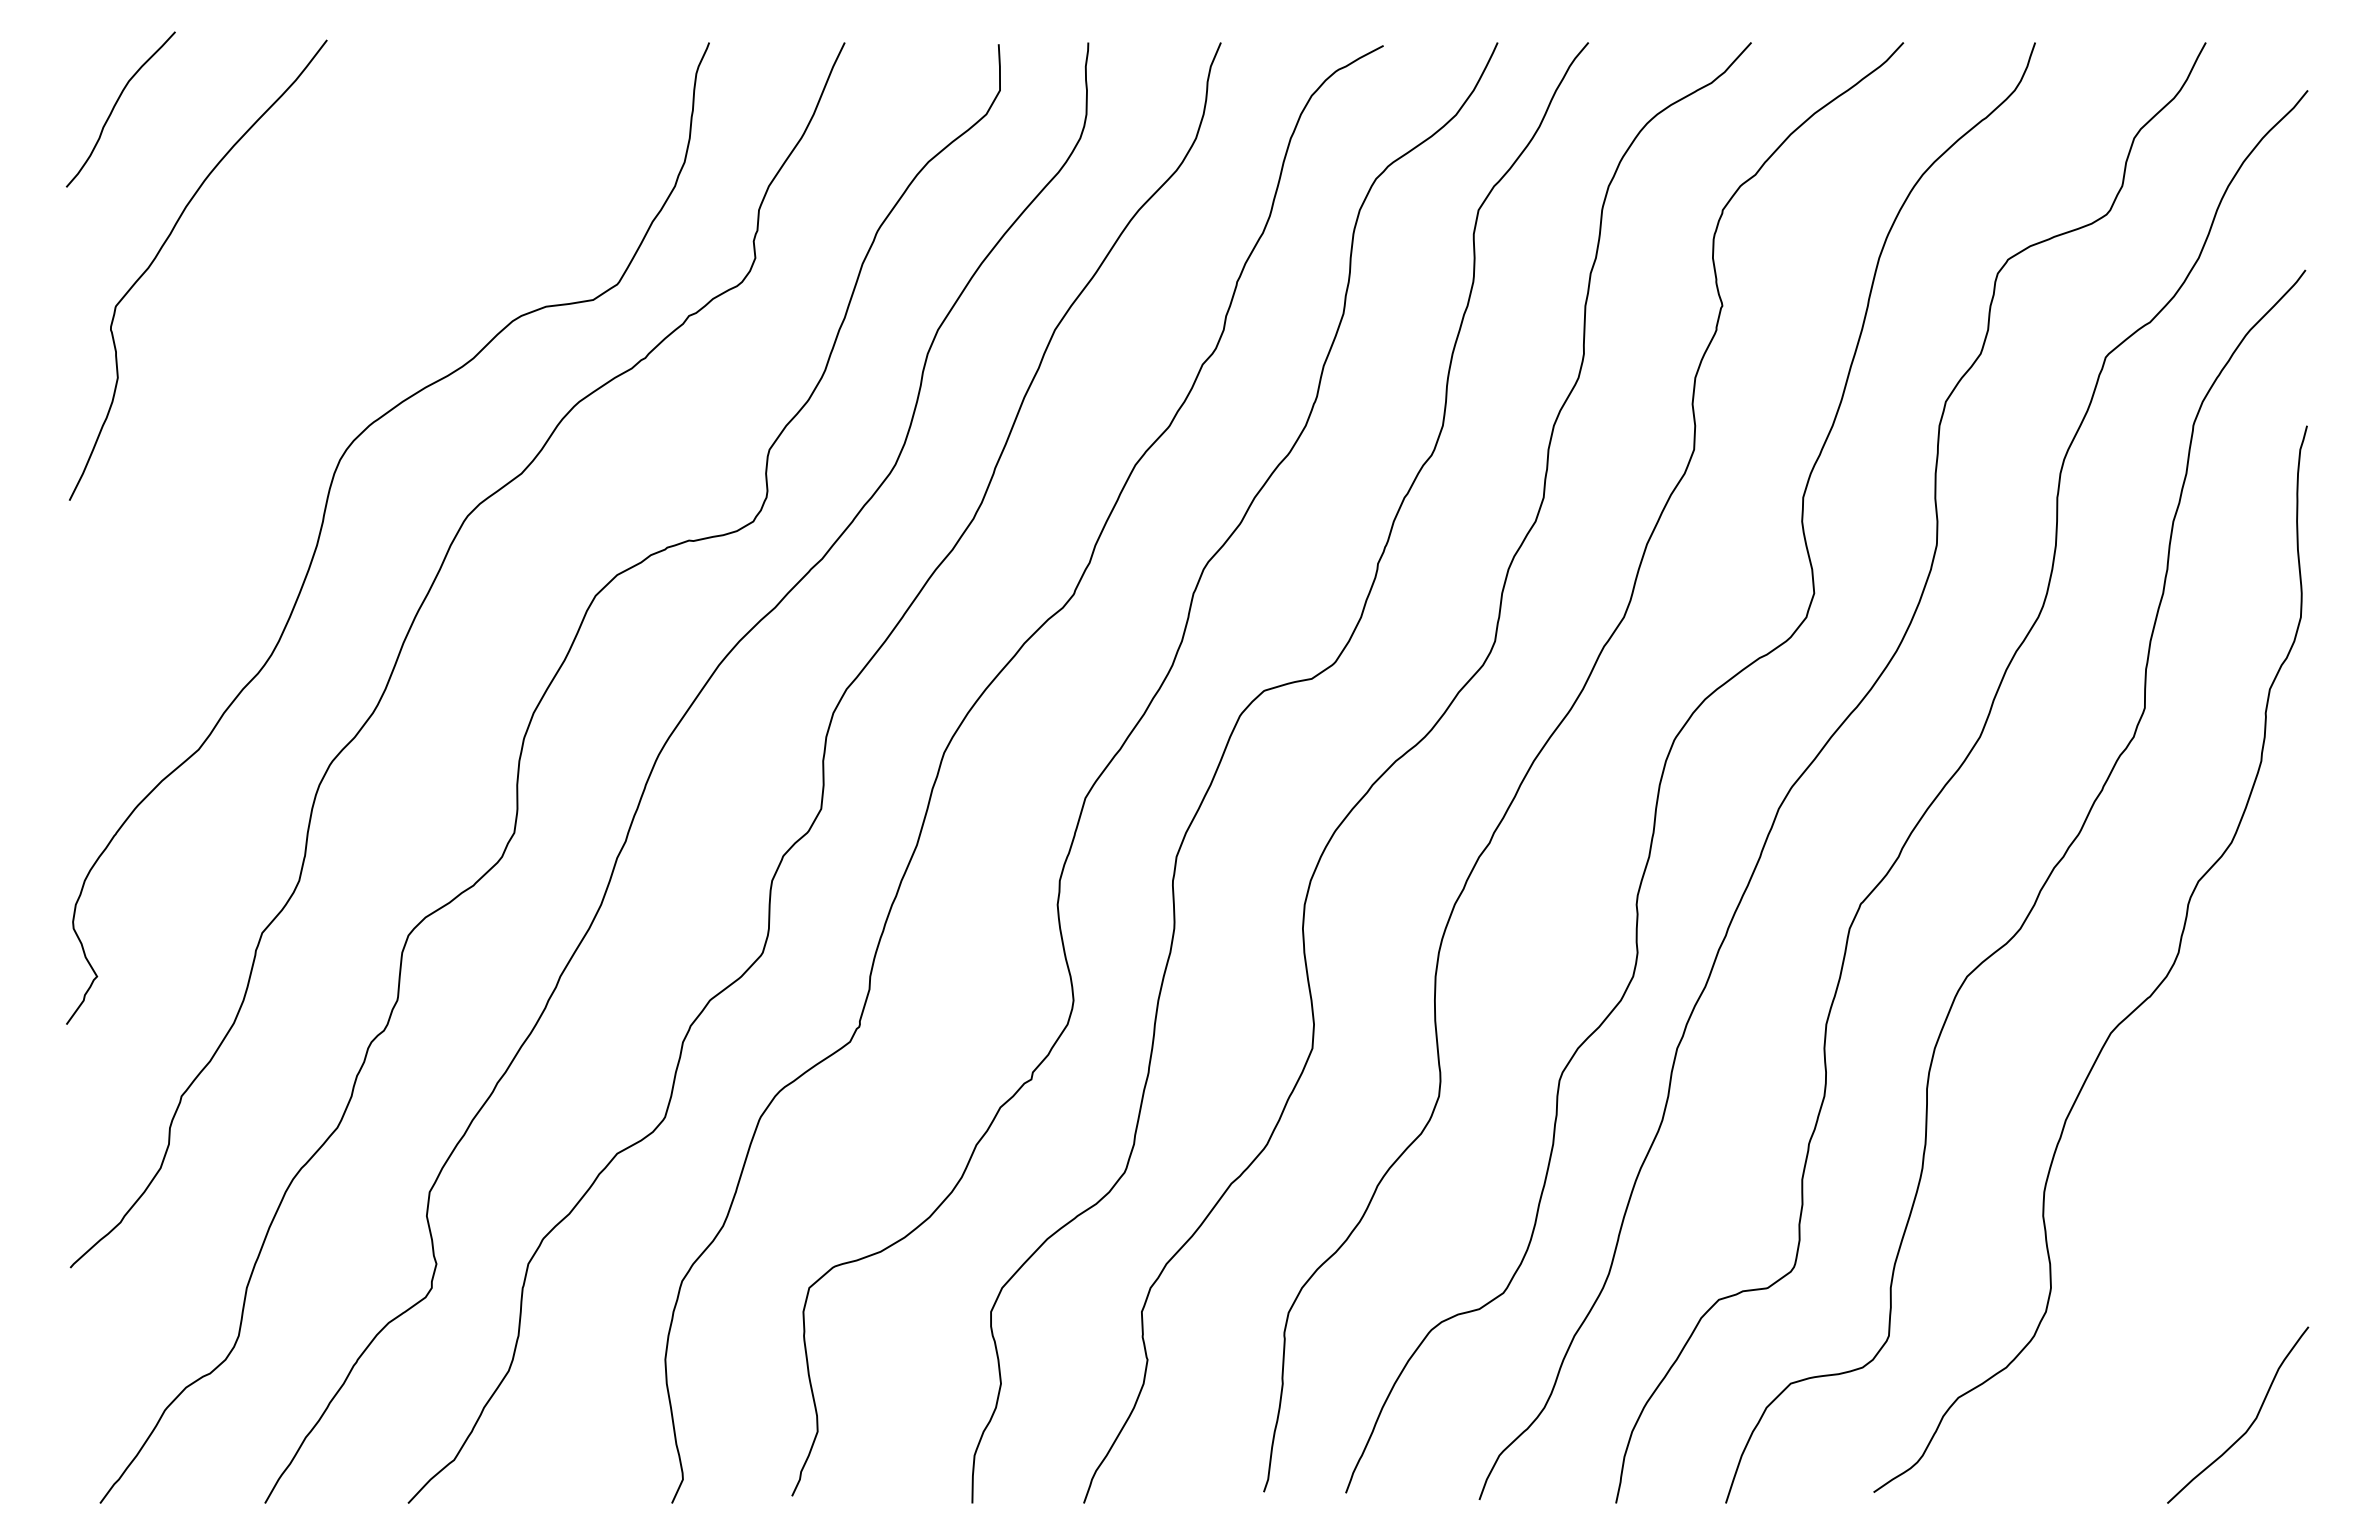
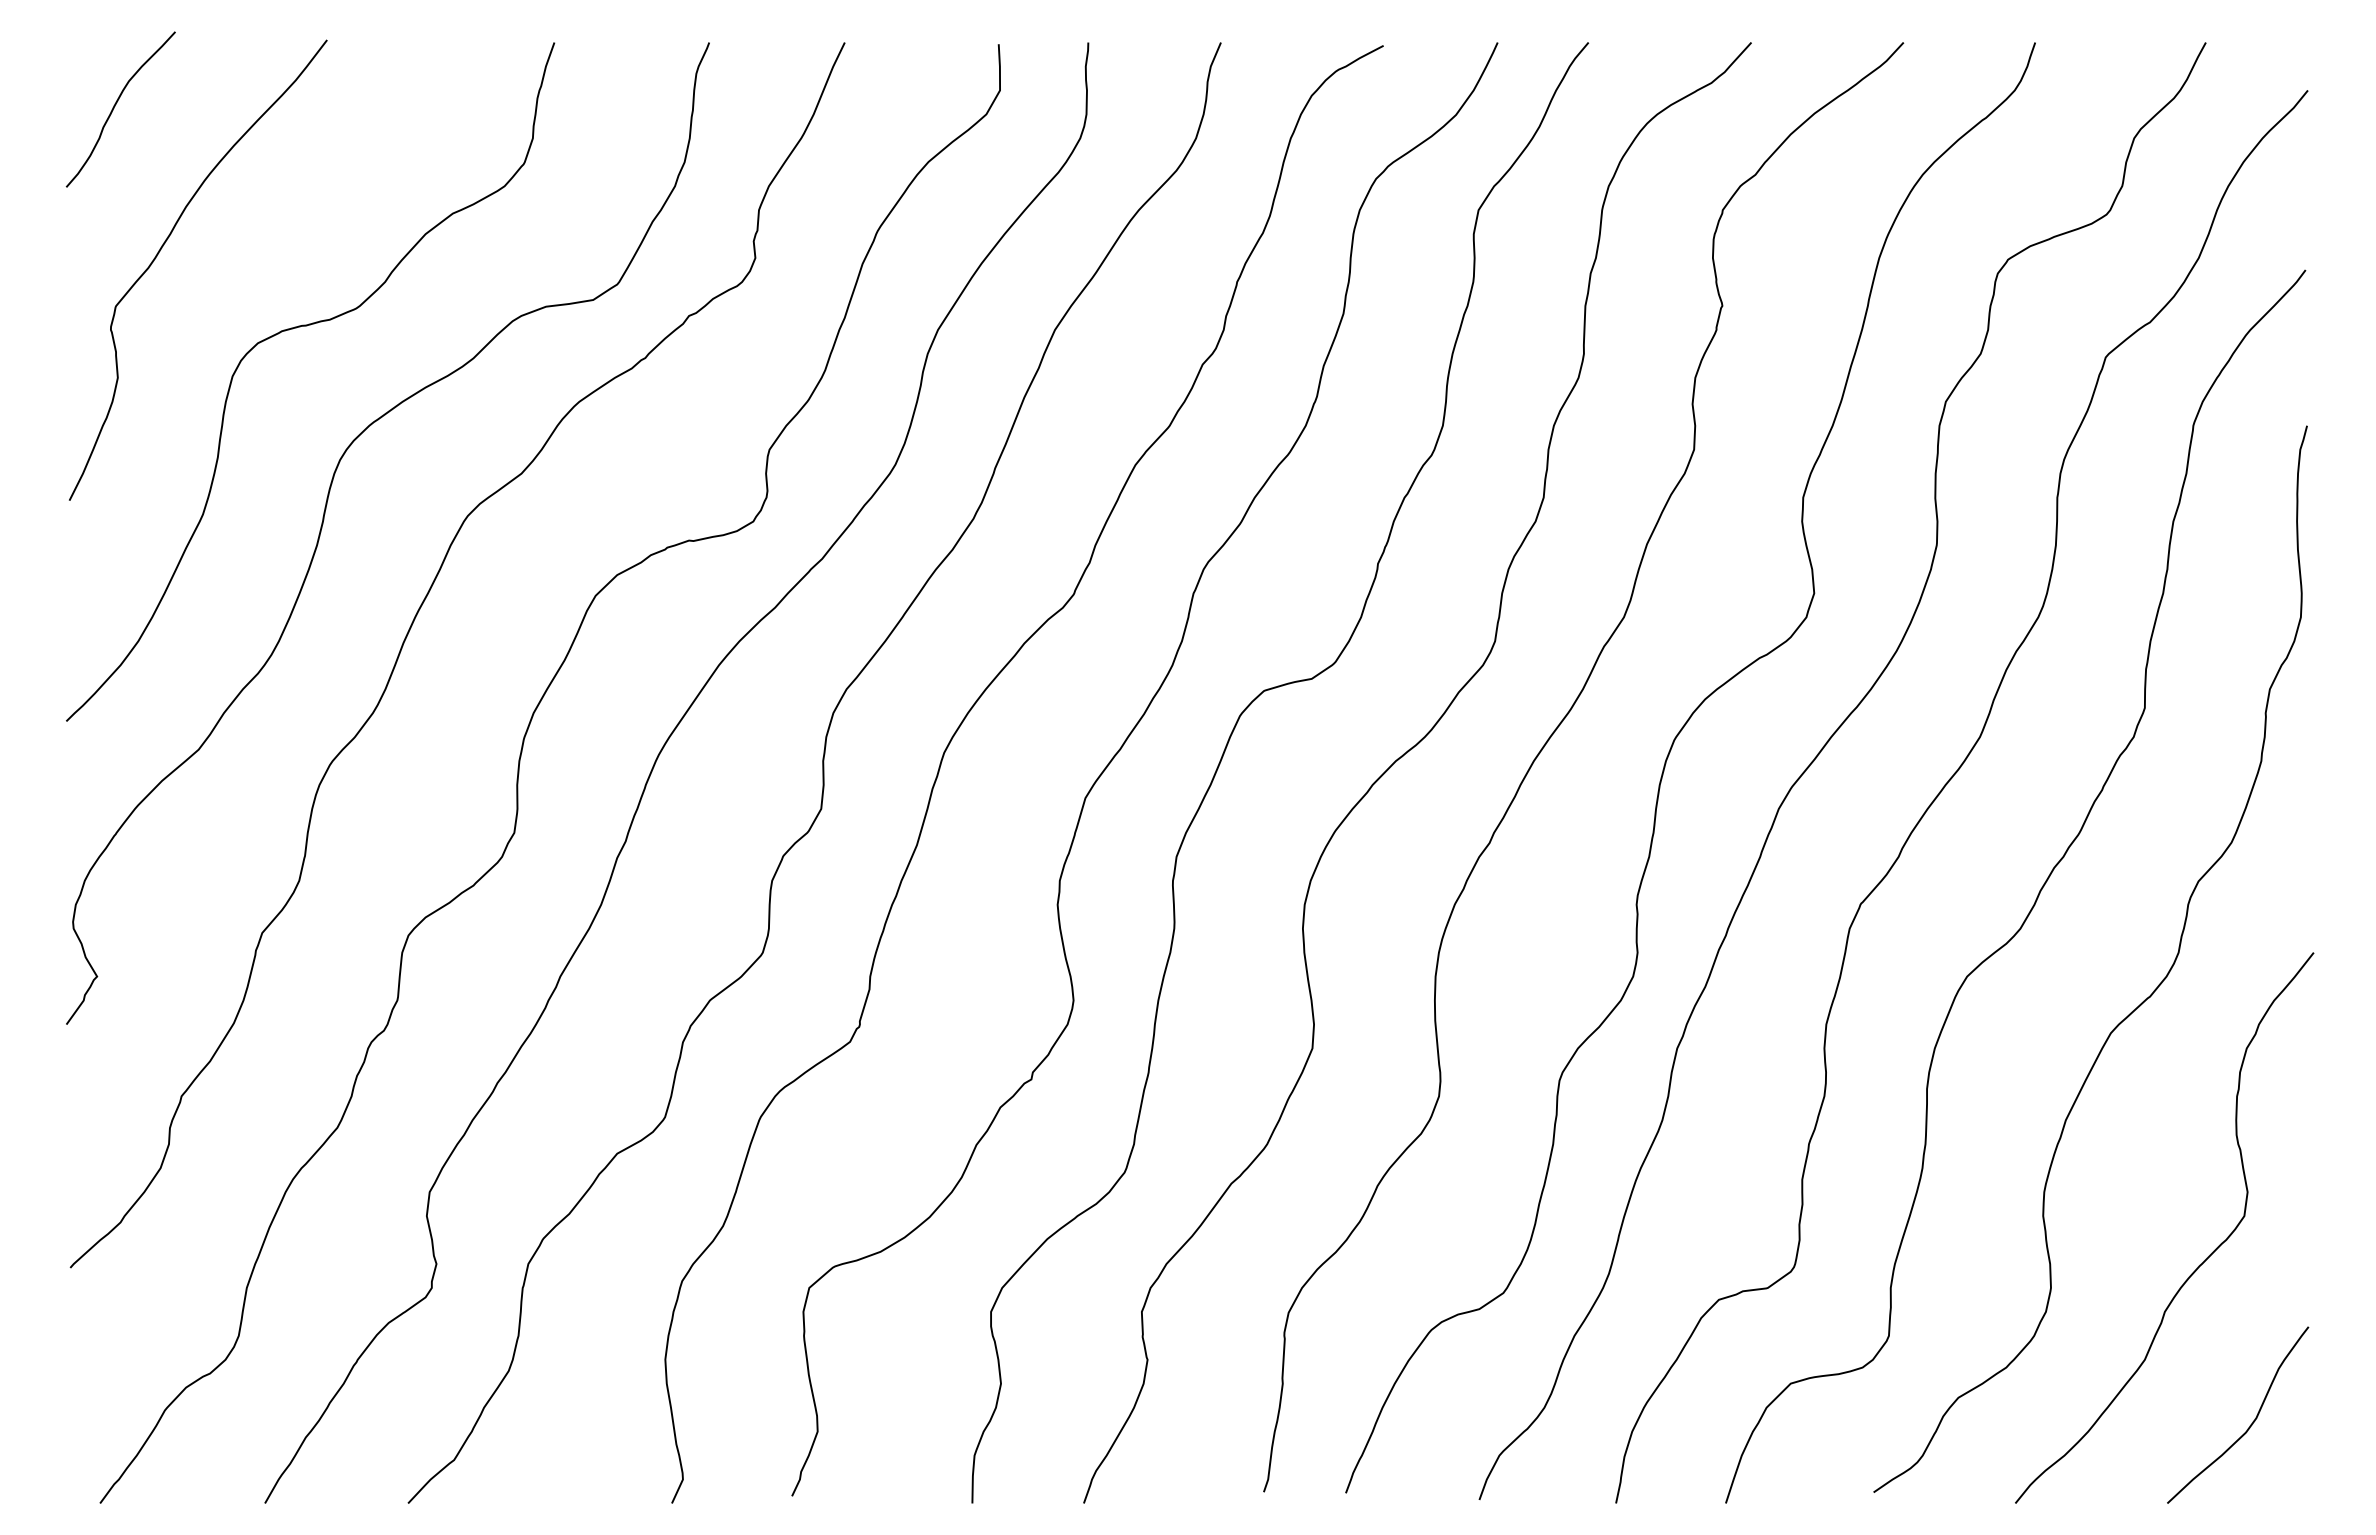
curve at (296, 328): none -> present
curve at (2199, 1264): none -> present
